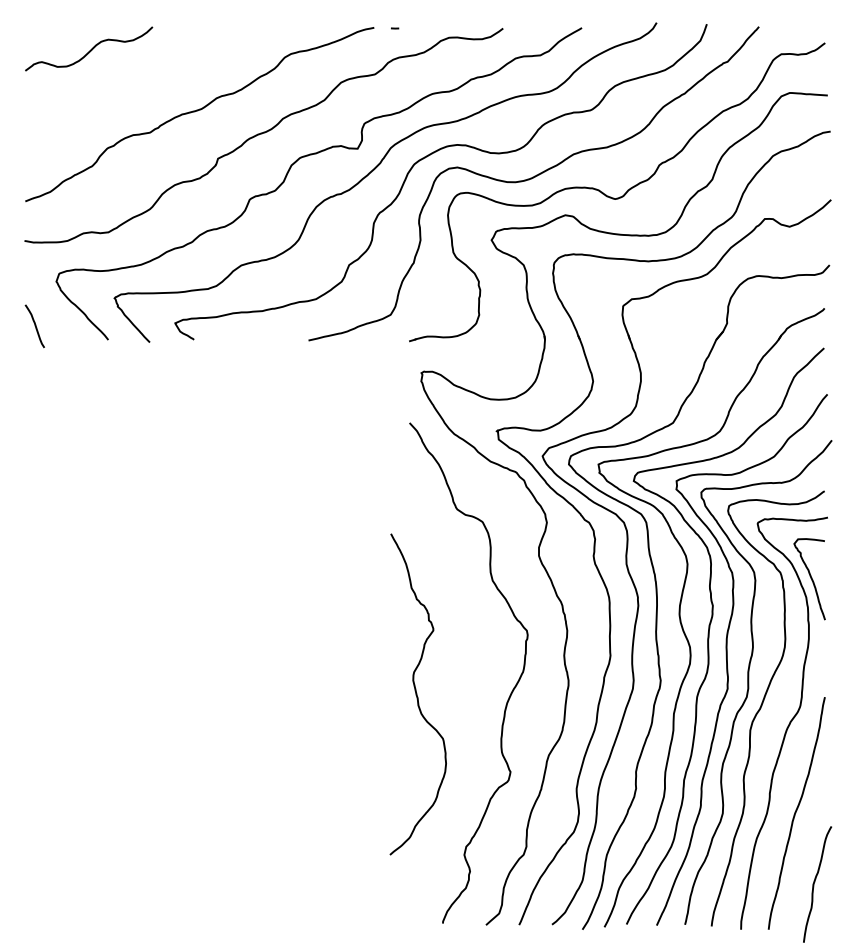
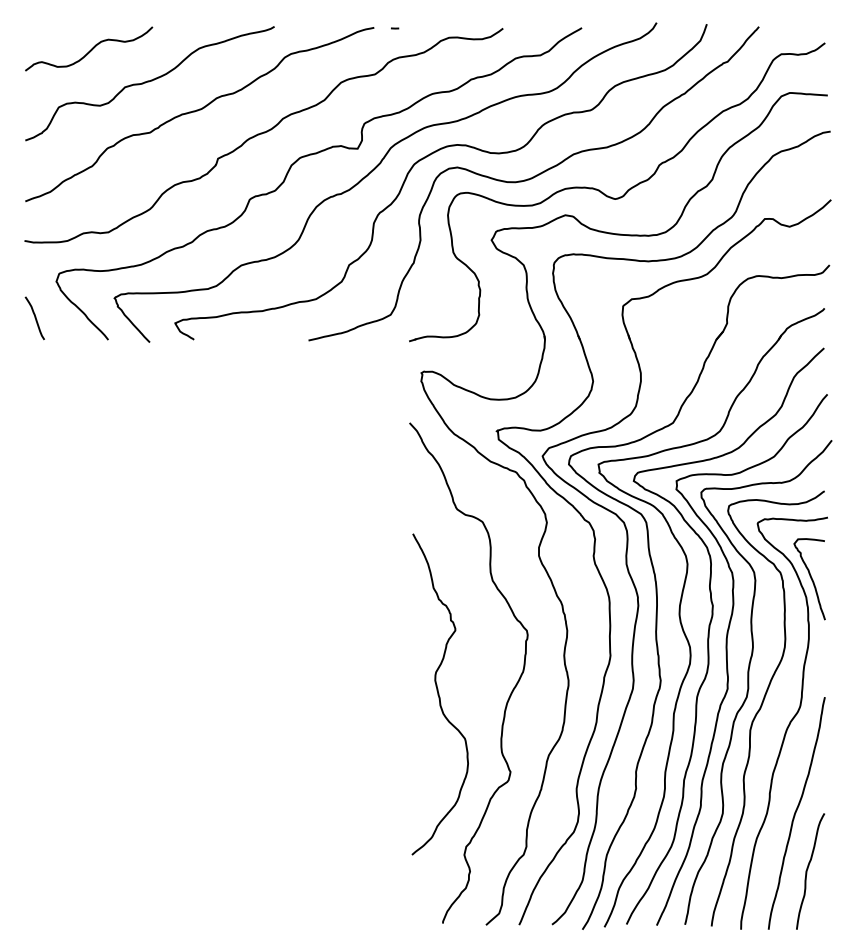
curve at (149, 82): none -> present
curve at (34, 326) position: (34, 326) -> (34, 318)
curve at (417, 694) position: (417, 694) -> (439, 694)
curve at (815, 882) position: (815, 882) -> (808, 869)
